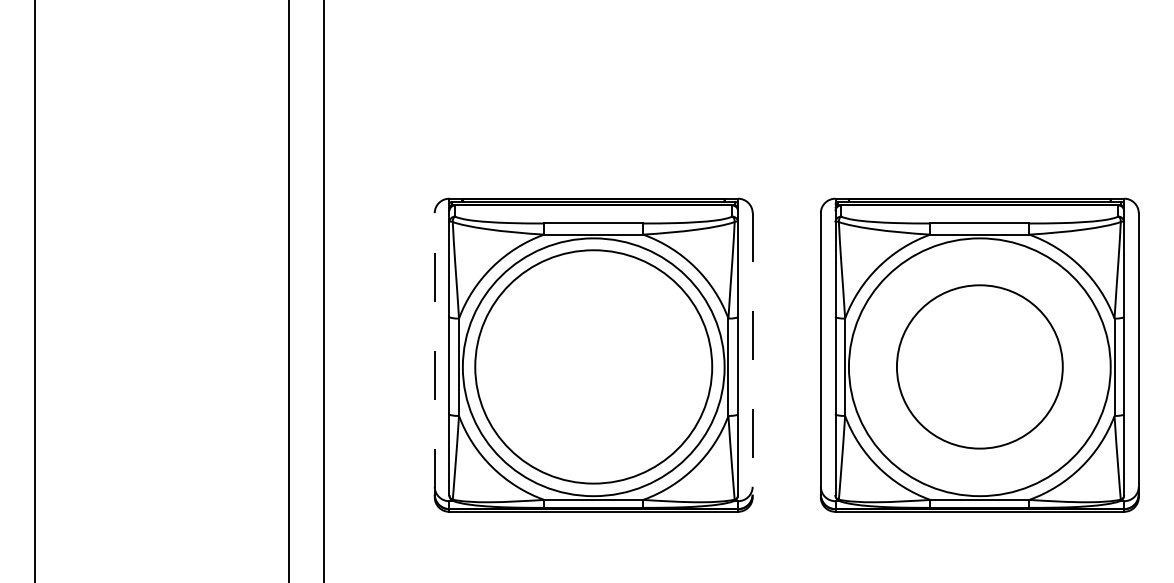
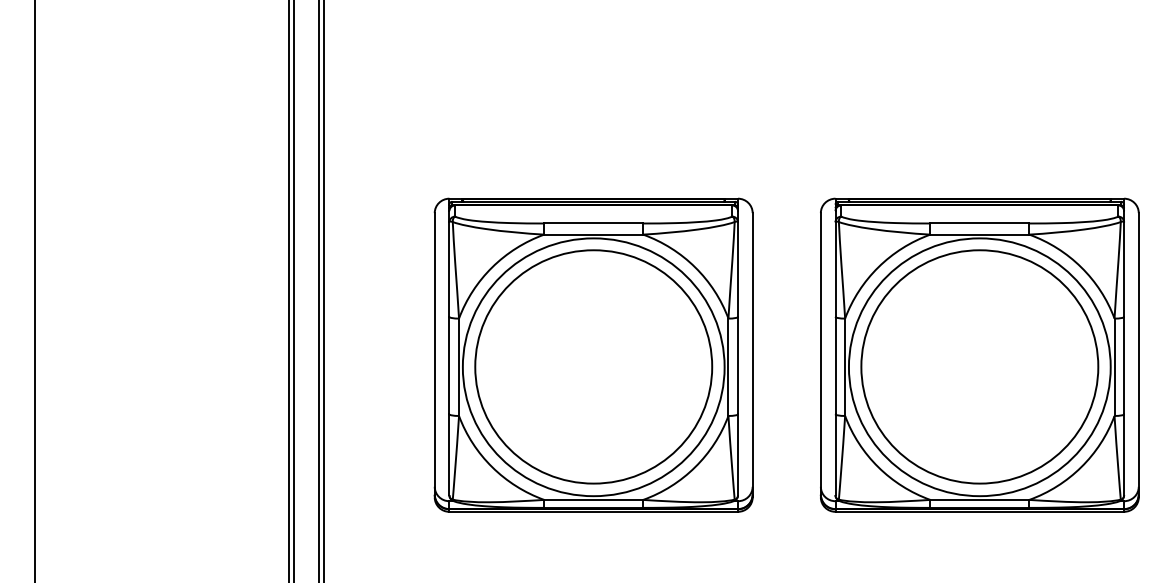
line at (294, 290): none -> present
line at (318, 290): none -> present
line at (434, 354): dashed -> solid
line at (752, 355): dashed -> solid
part at (979, 366) size: 168x166 px -> 240x236 px
